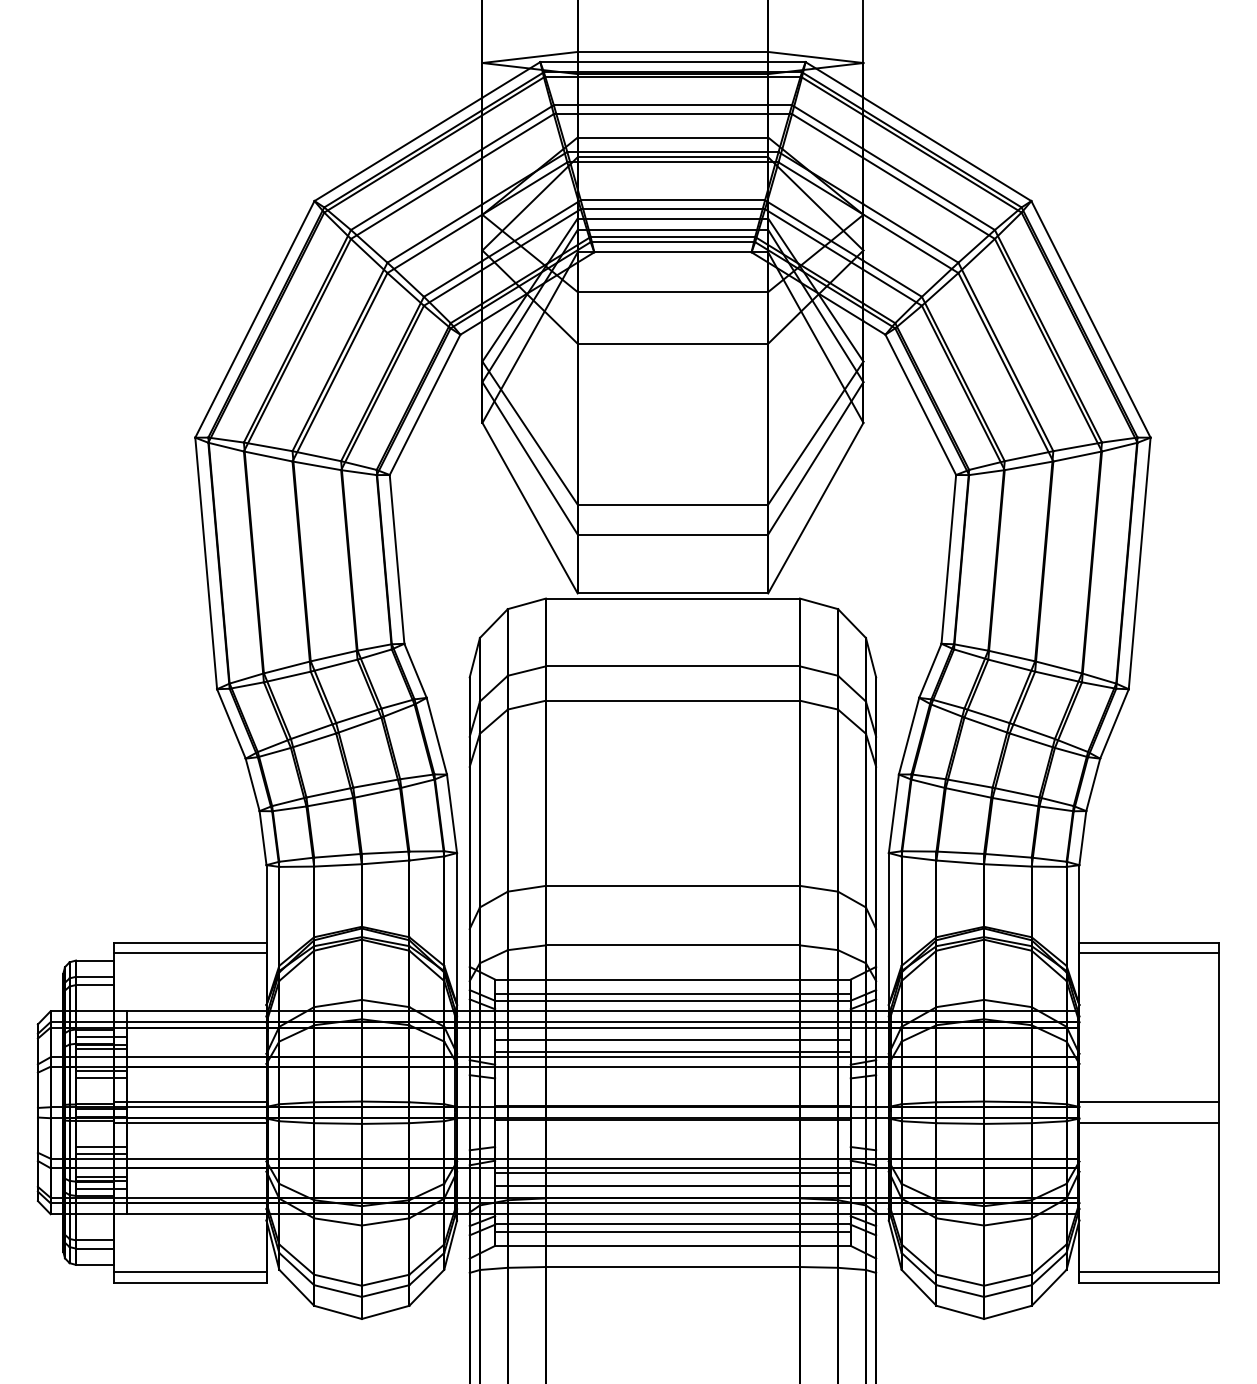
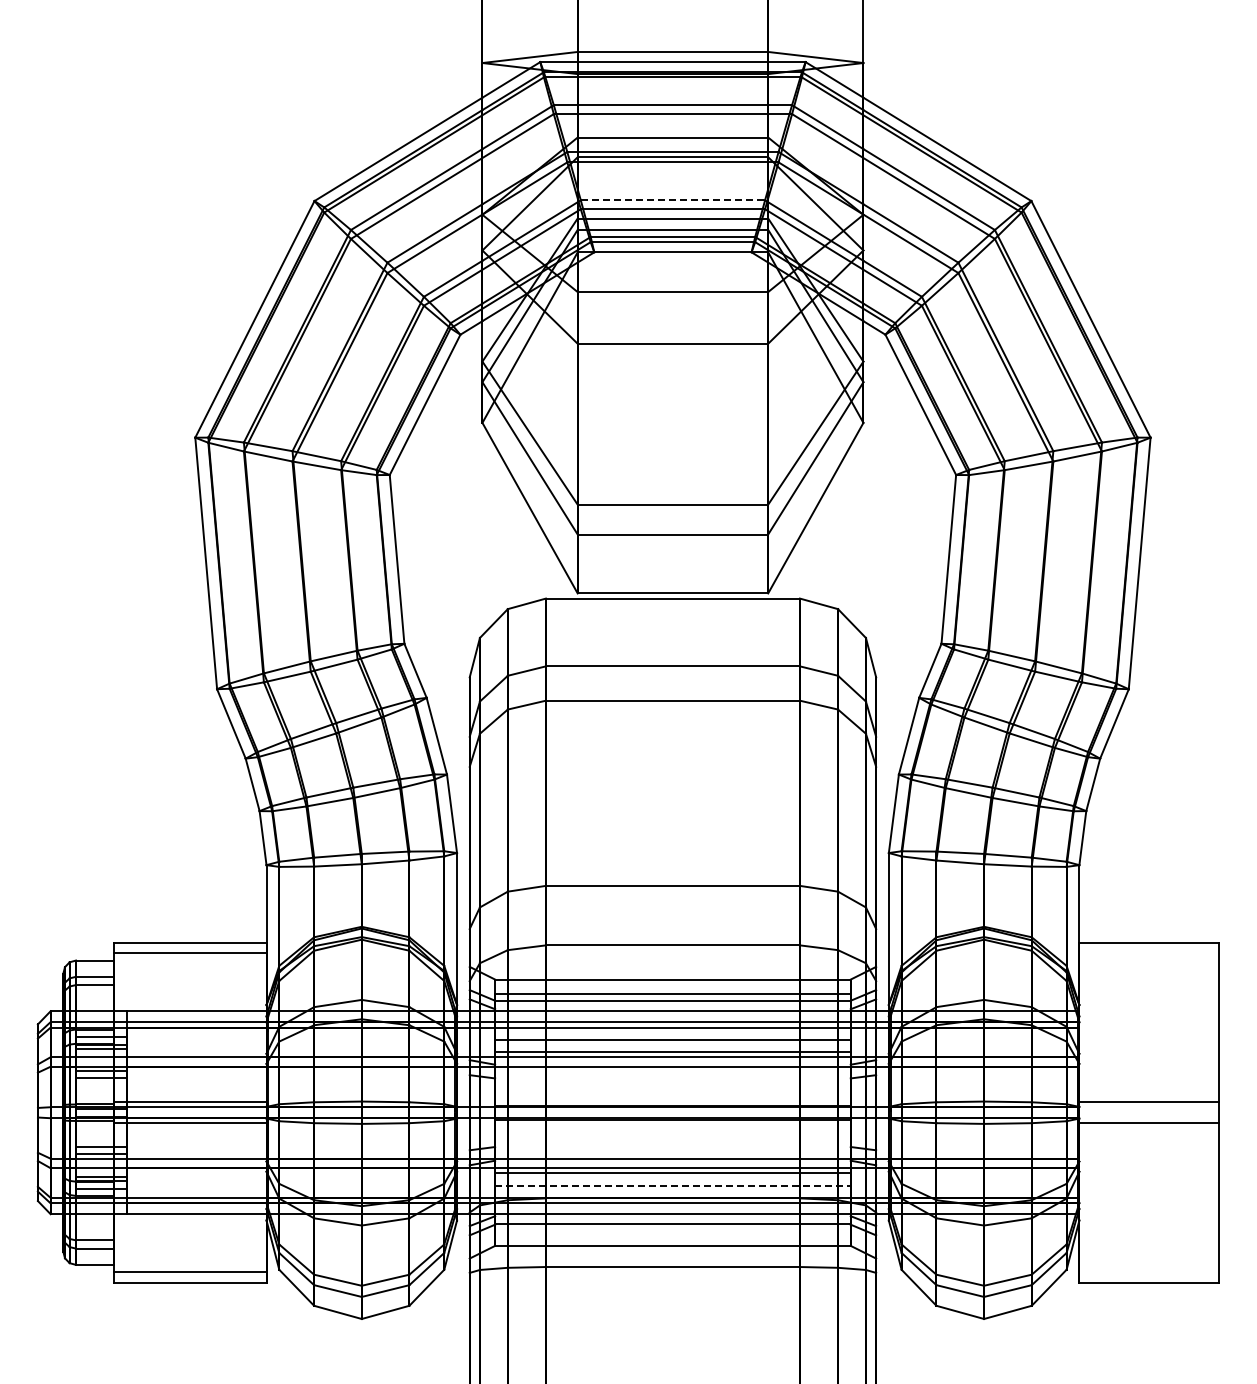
line at (673, 200): solid -> dashed
line at (1149, 953): present -> none
line at (672, 1185): solid -> dashed
line at (672, 1231): present -> none
line at (1149, 1272): present -> none
